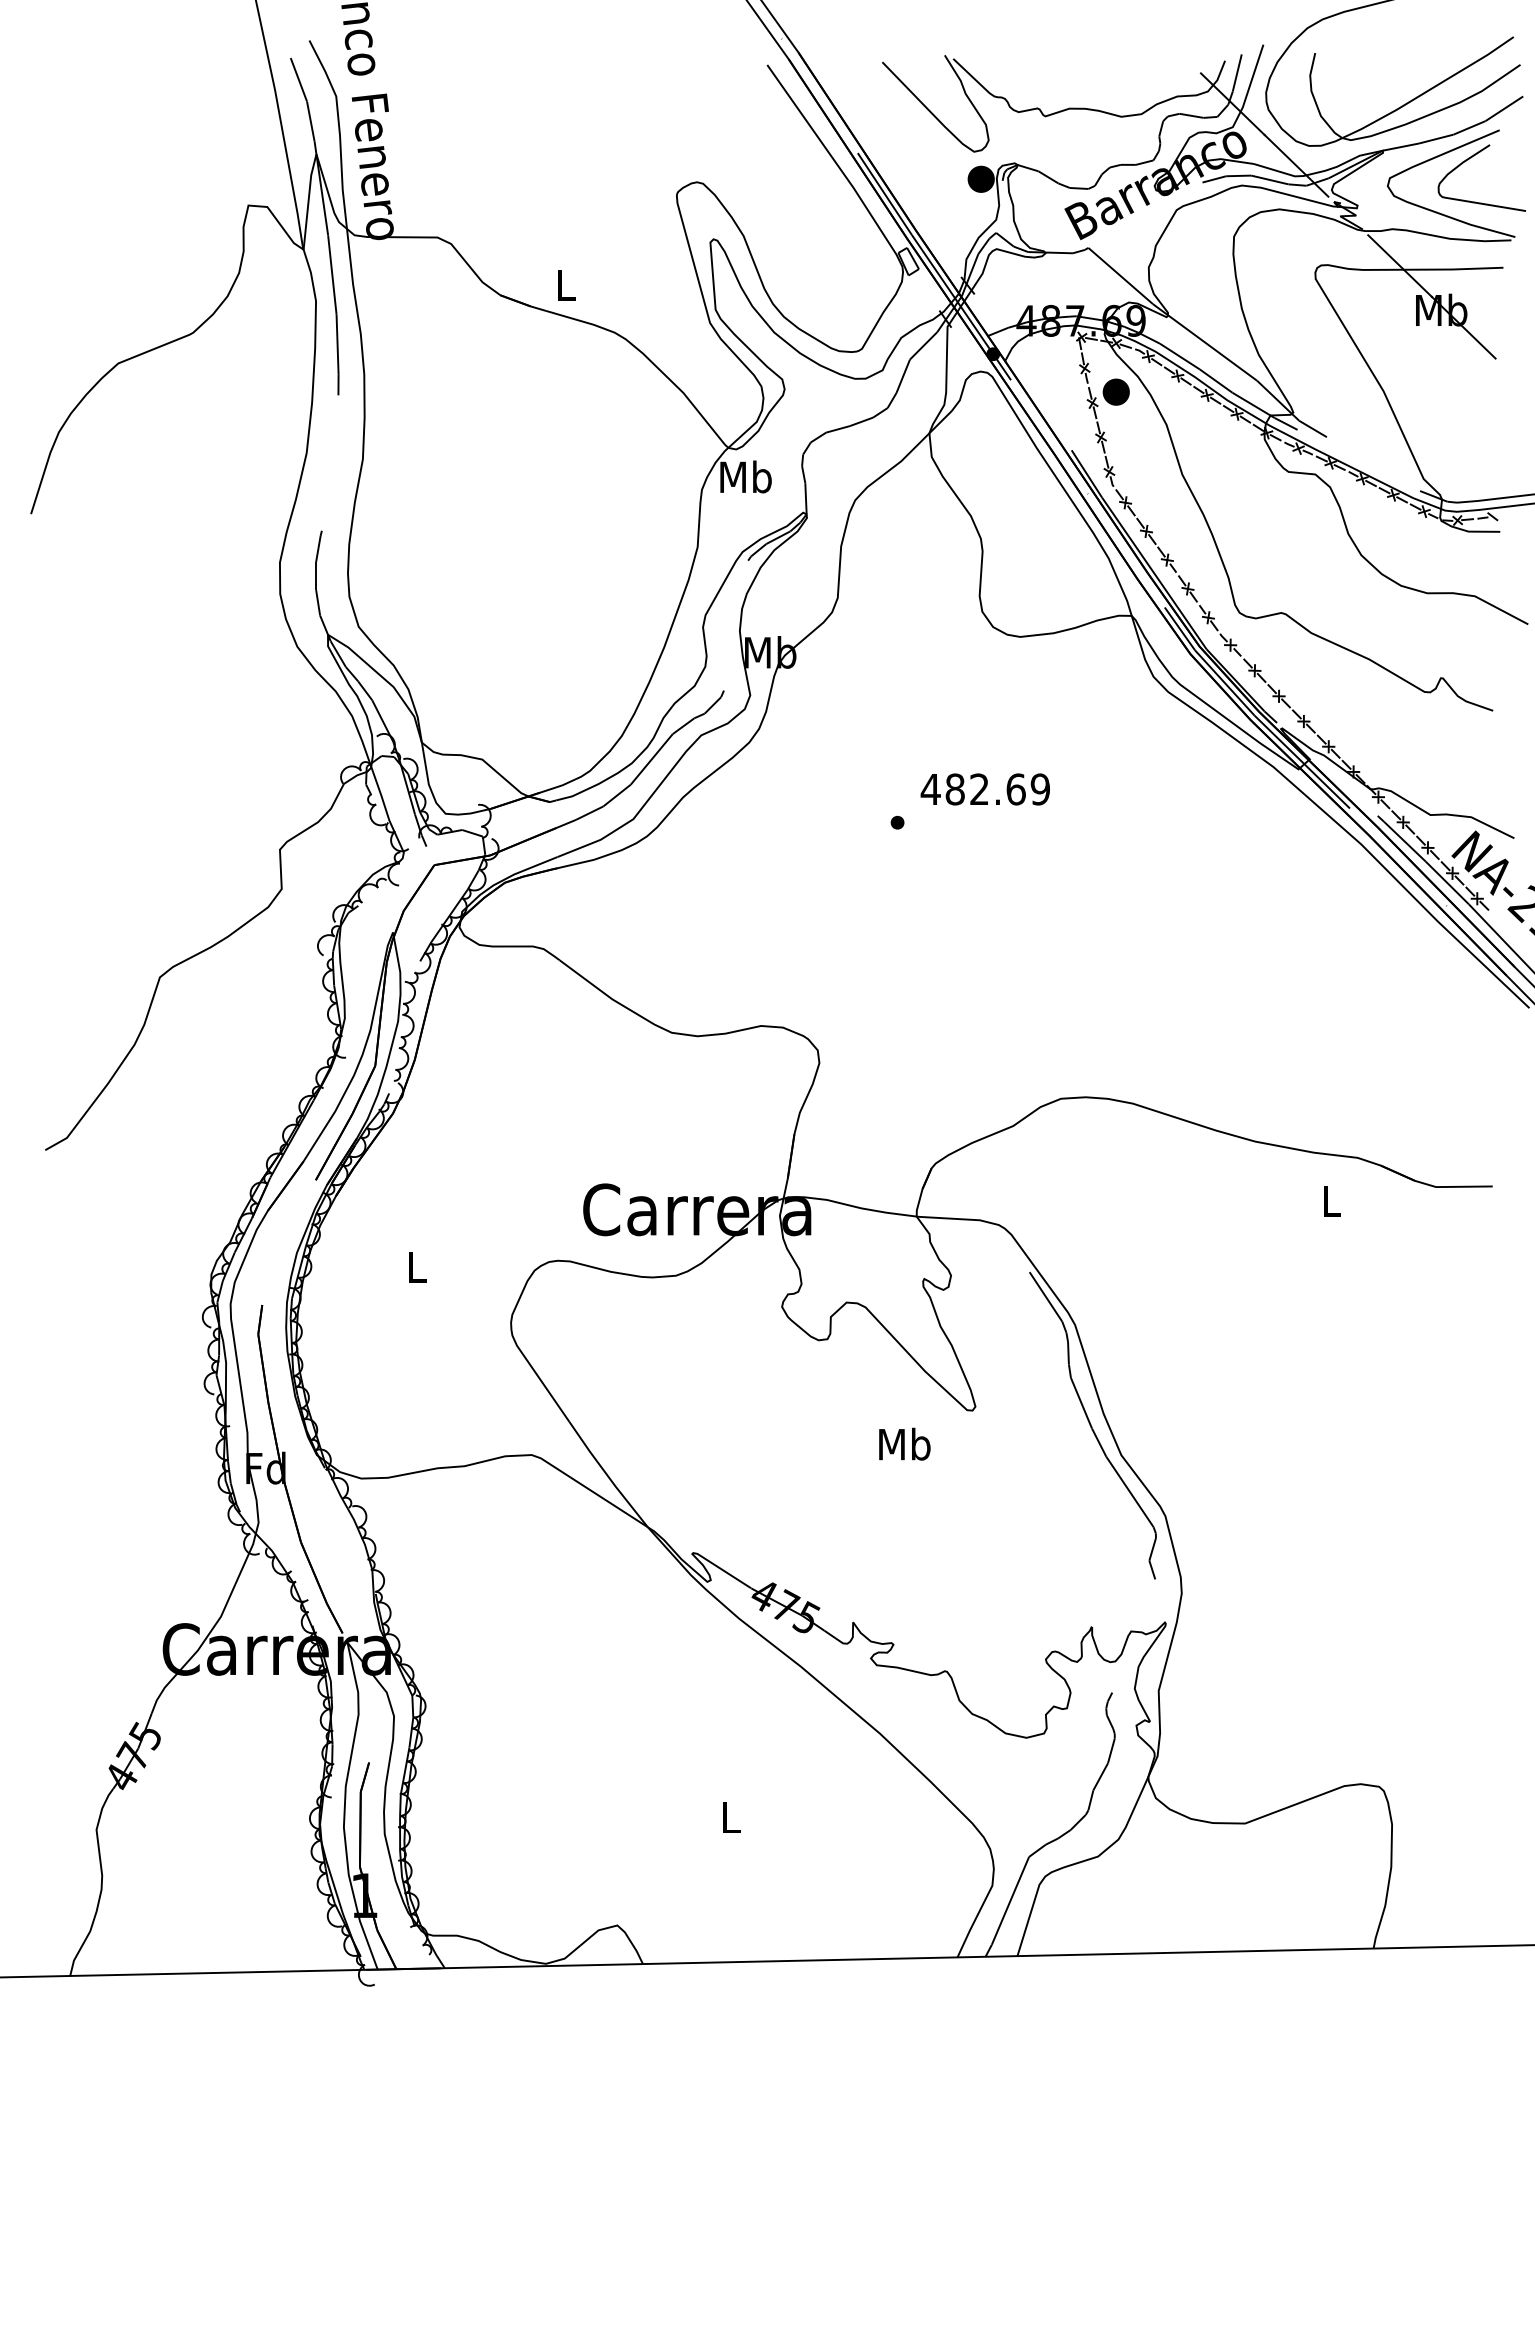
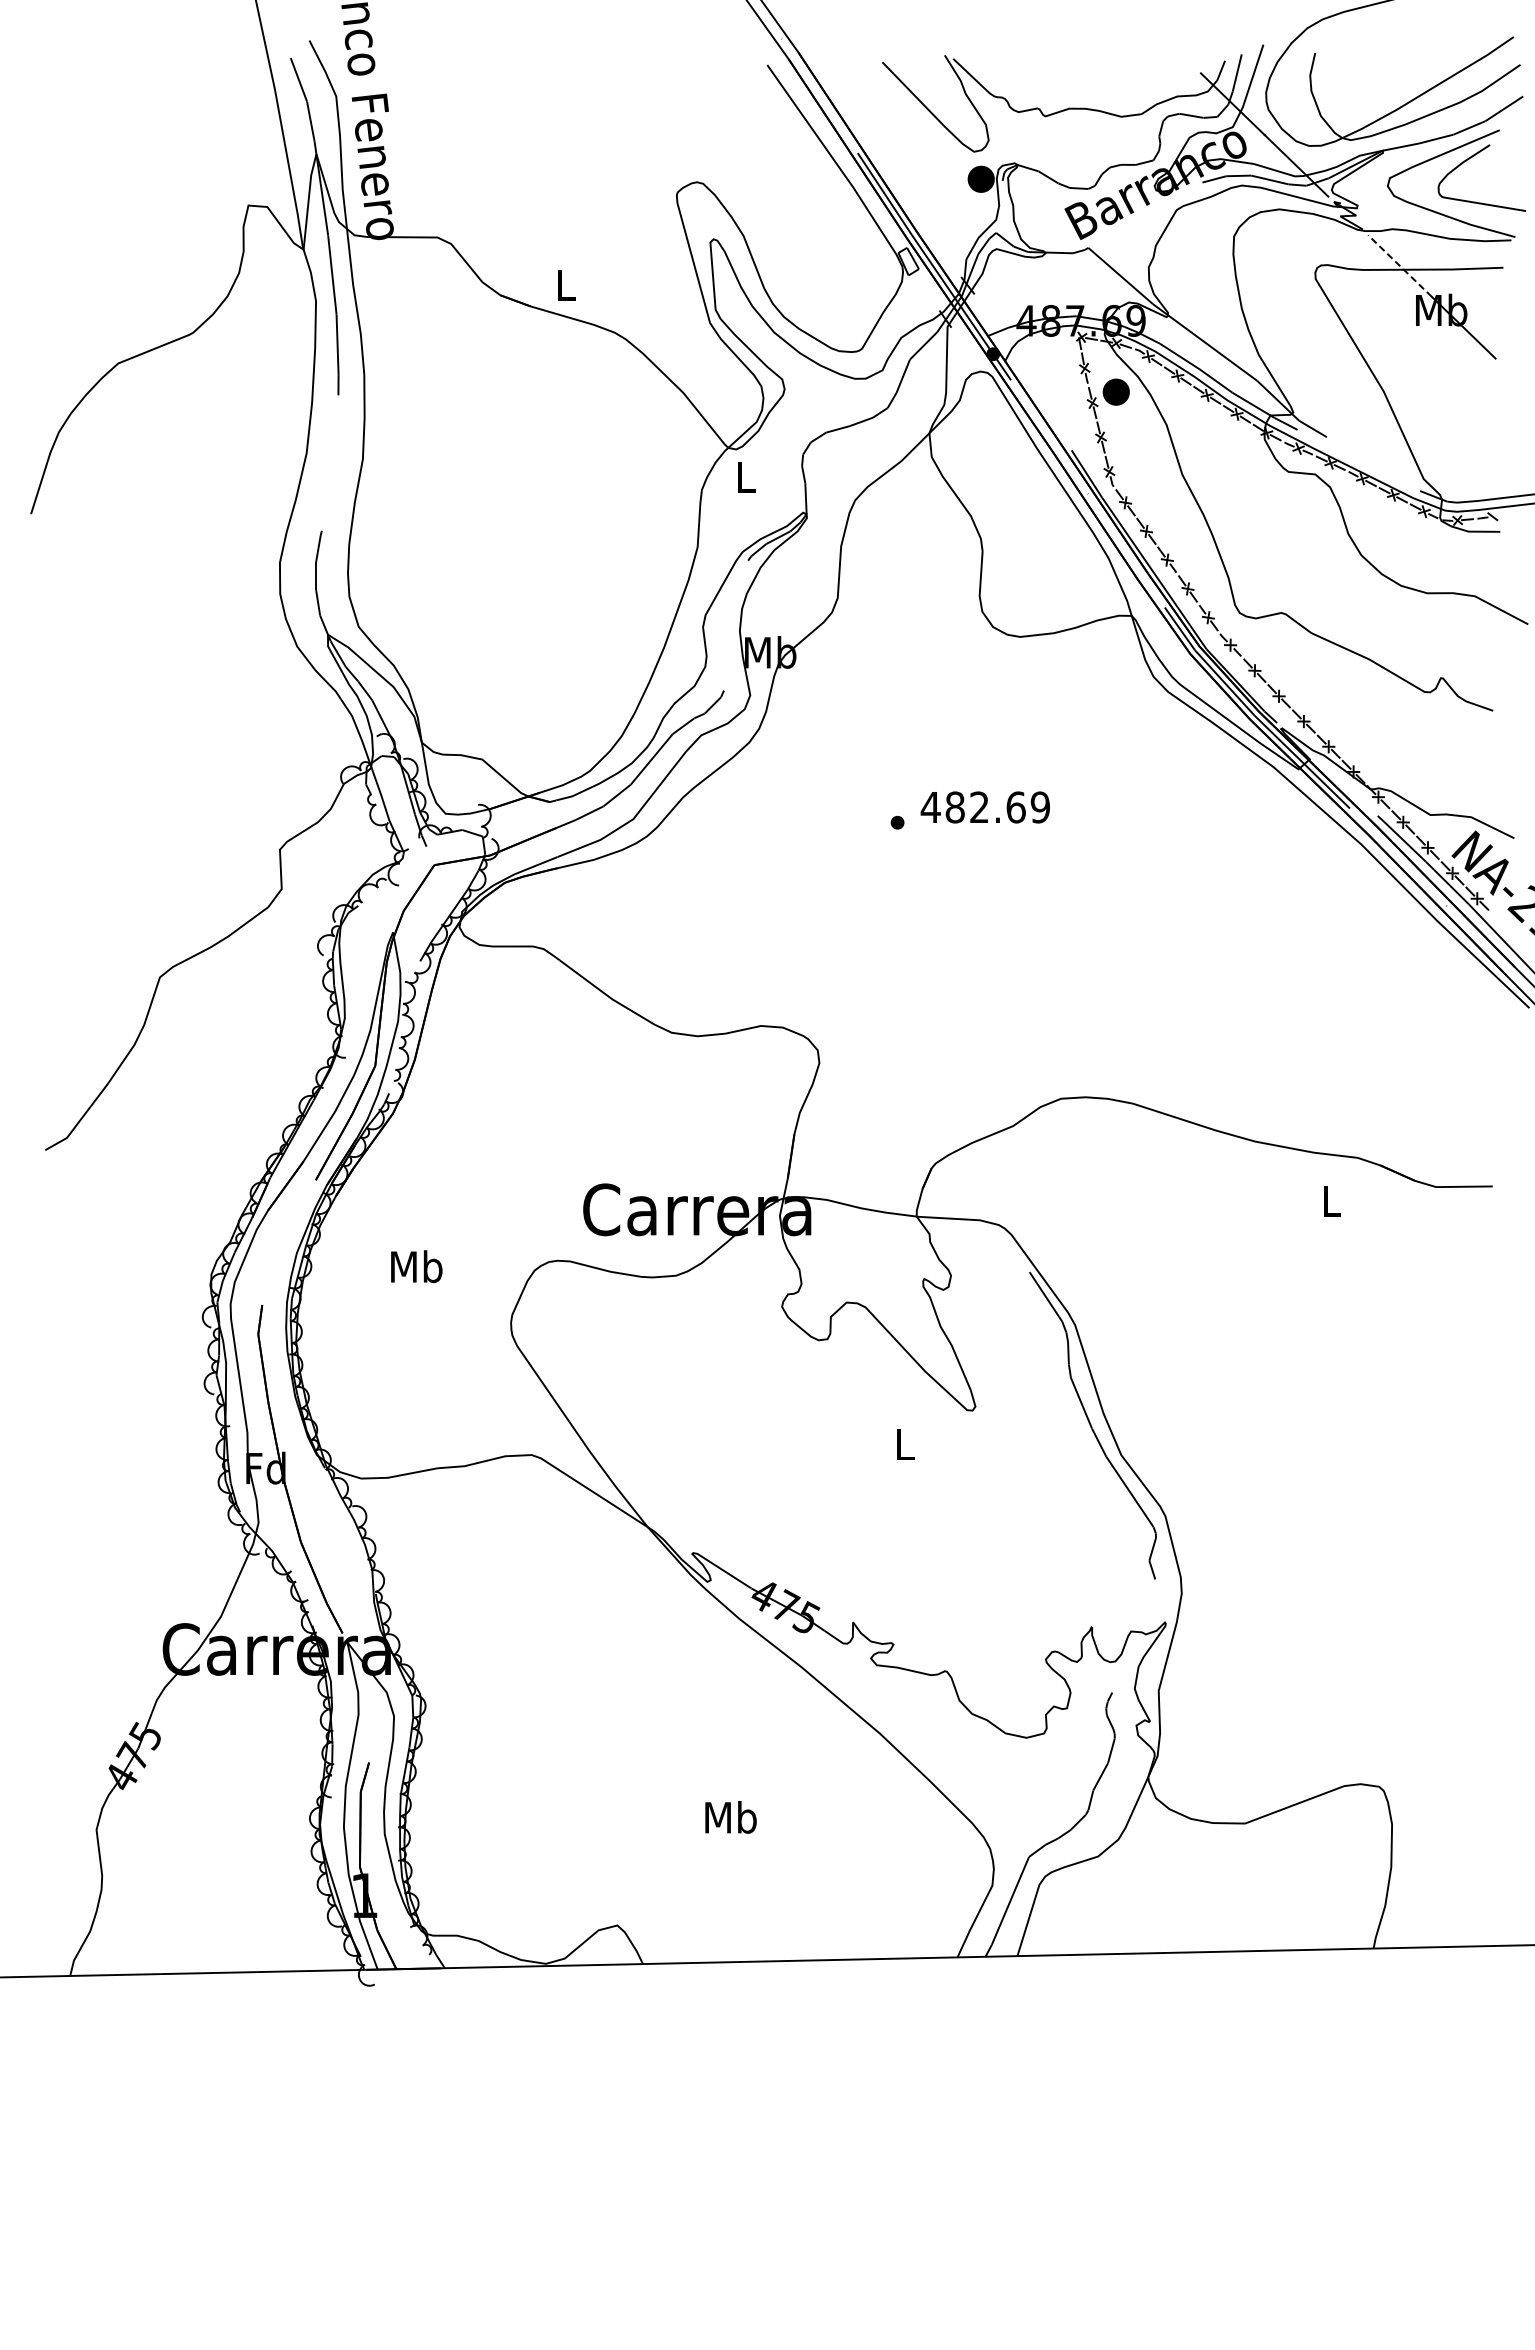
line at (1399, 265): solid -> dashed
text at (745, 476): Mb -> L
text at (984, 789) position: (984, 789) -> (984, 807)
text at (416, 1266): L -> Mb
text at (904, 1443): Mb -> L
text at (730, 1817): L -> Mb
